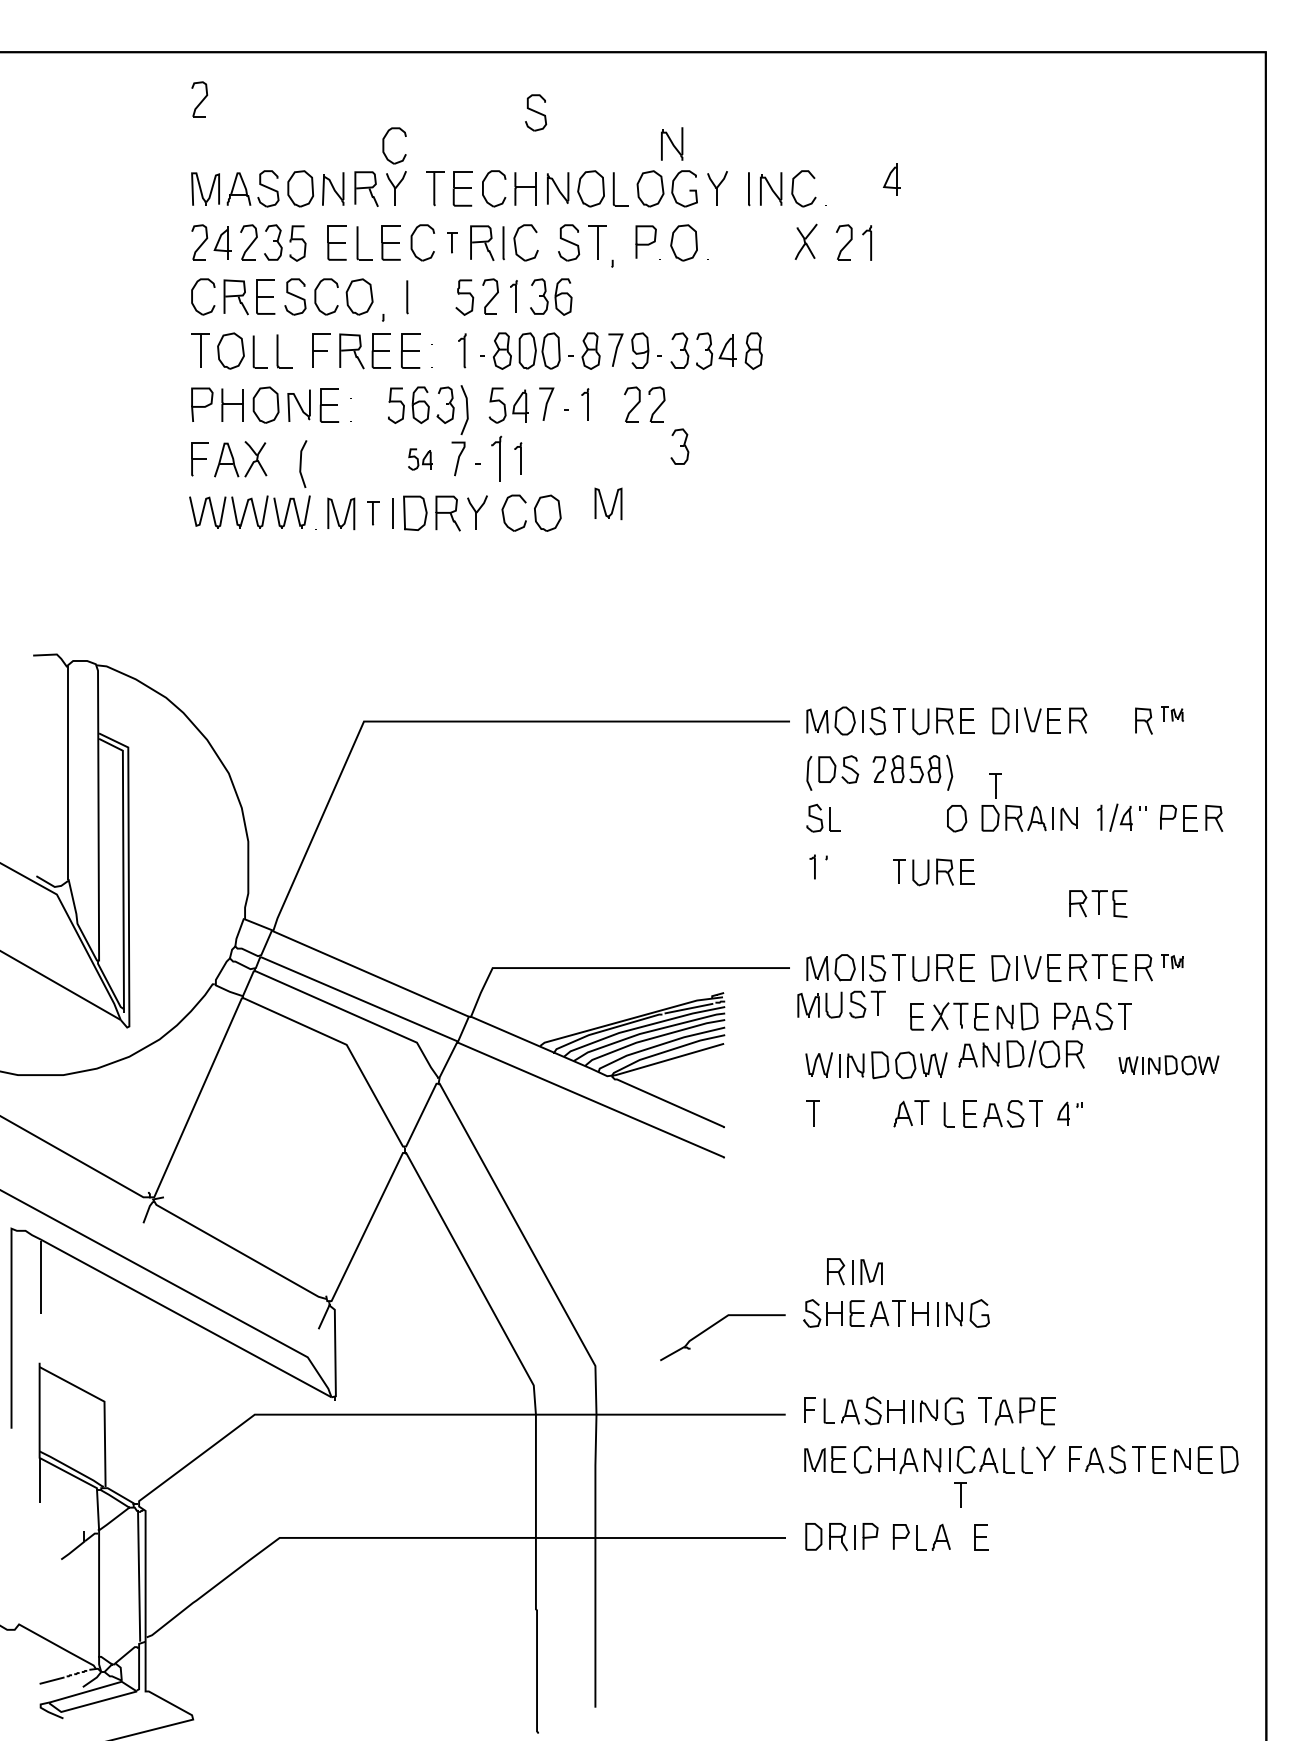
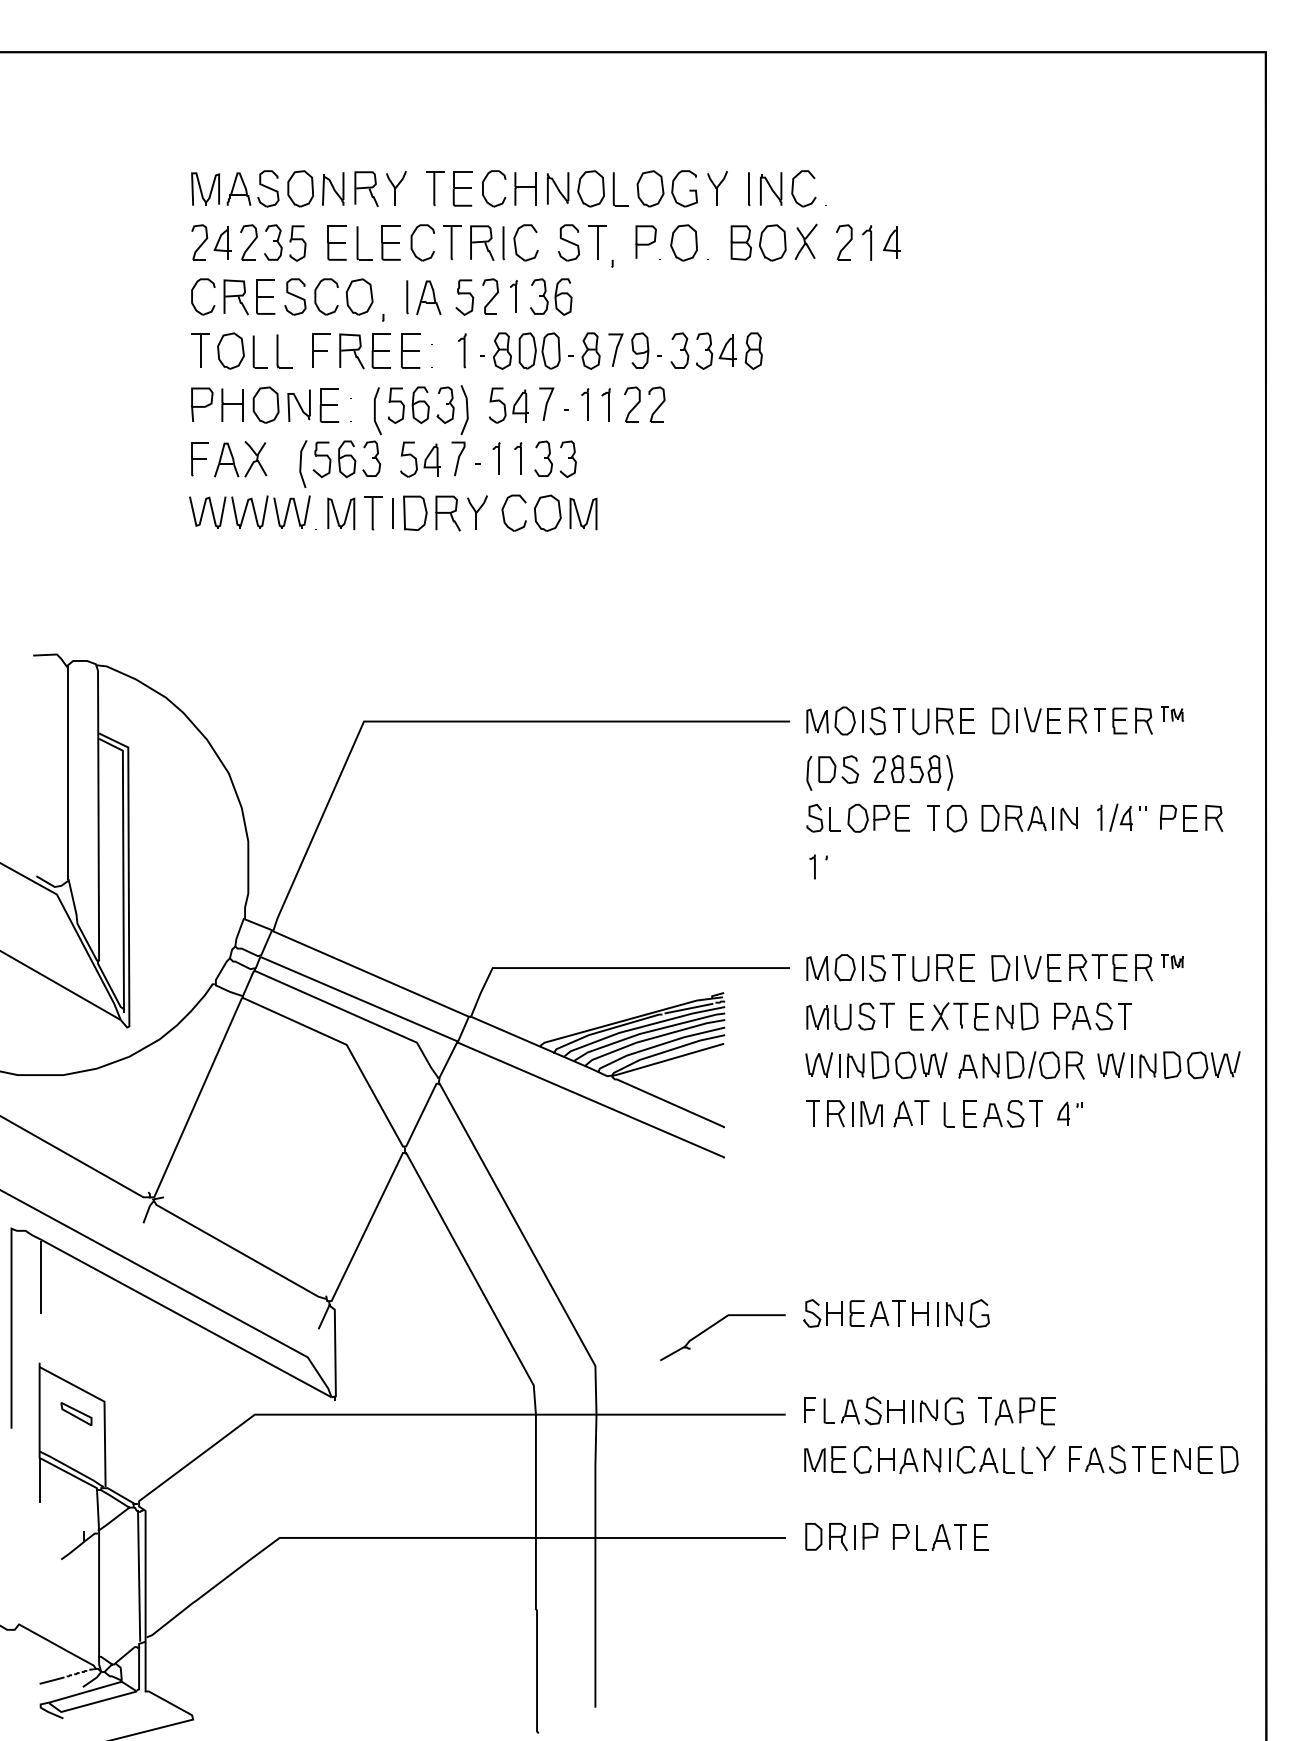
part at (199, 99): present -> none
part at (536, 112): present -> none
part at (672, 143): present -> none
part at (384, 145): present -> none
part at (891, 179) position: (891, 179) -> (891, 242)
part at (452, 242) size: 11x22 px -> 19x36 px
part at (758, 242): none -> present
part at (428, 297): none -> present
part at (605, 404): none -> present
part at (346, 440): none -> present
part at (679, 446): present -> none
part at (496, 458) size: 12x47 px -> 9x33 px
part at (420, 459) size: 25x23 px -> 41x37 px
part at (555, 459): none -> present
part at (608, 503) position: (608, 503) -> (583, 513)
part at (373, 513) size: 13x25 px -> 19x35 px
part at (1110, 720): none -> present
part at (995, 785) position: (995, 785) -> (933, 817)
part at (878, 817): none -> present
part at (933, 872): present -> none
part at (1098, 903): present -> none
part at (841, 1004) position: (841, 1004) -> (850, 1016)
part at (1021, 1054) position: (1021, 1054) -> (1021, 1065)
part at (1168, 1065) size: 102x21 px -> 144x29 px
part at (854, 1271) position: (854, 1271) -> (854, 1113)
part at (76, 1413): none -> present
part at (960, 1494) position: (960, 1494) -> (960, 1536)
